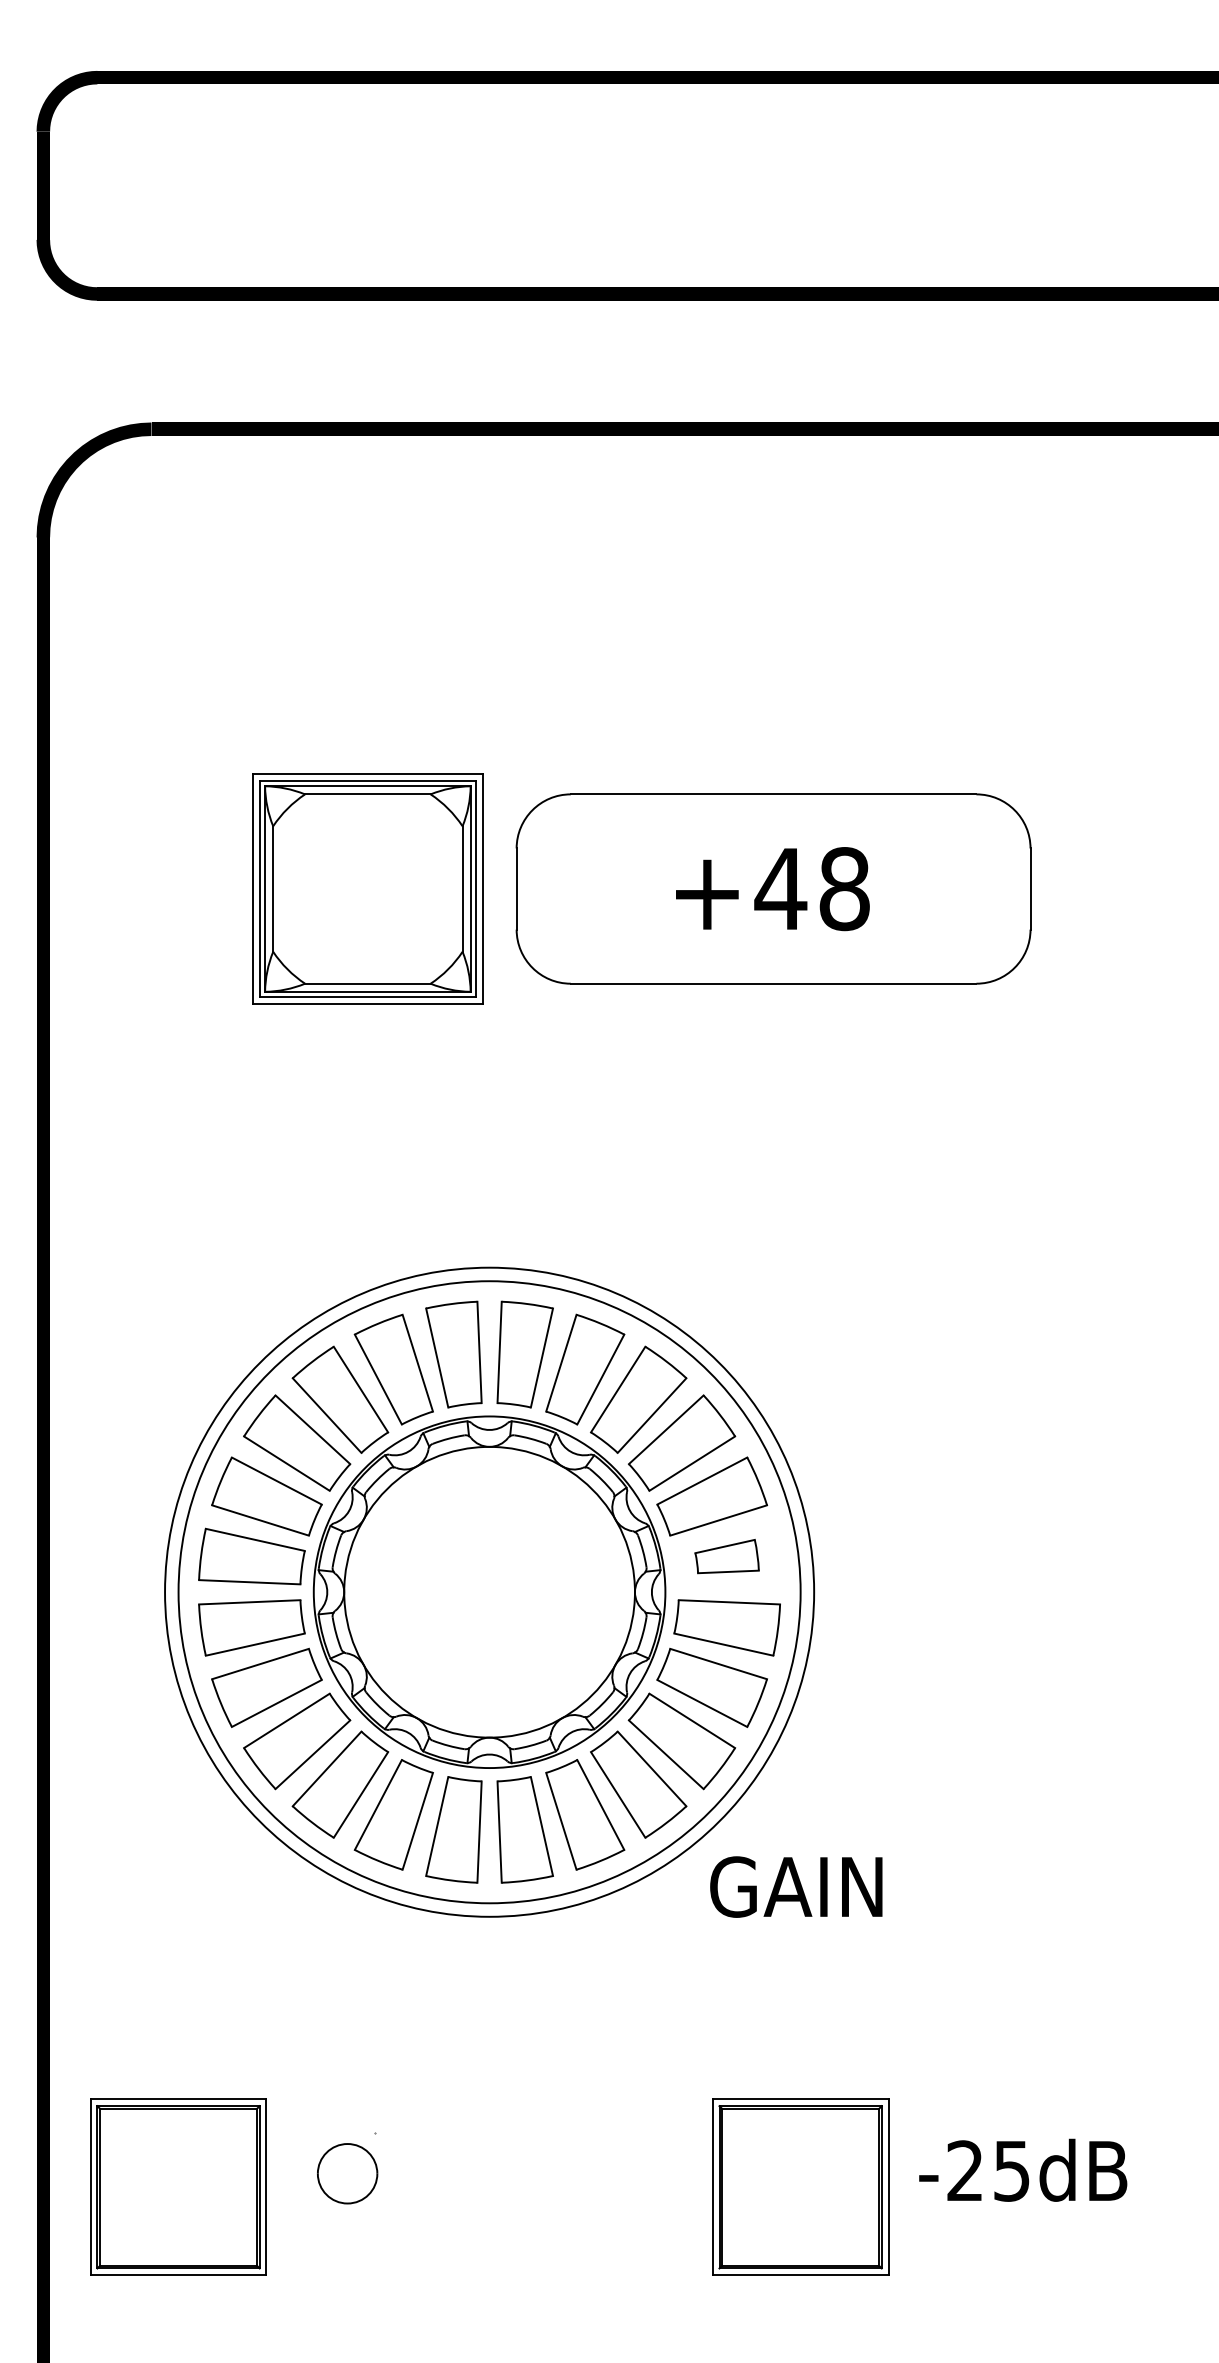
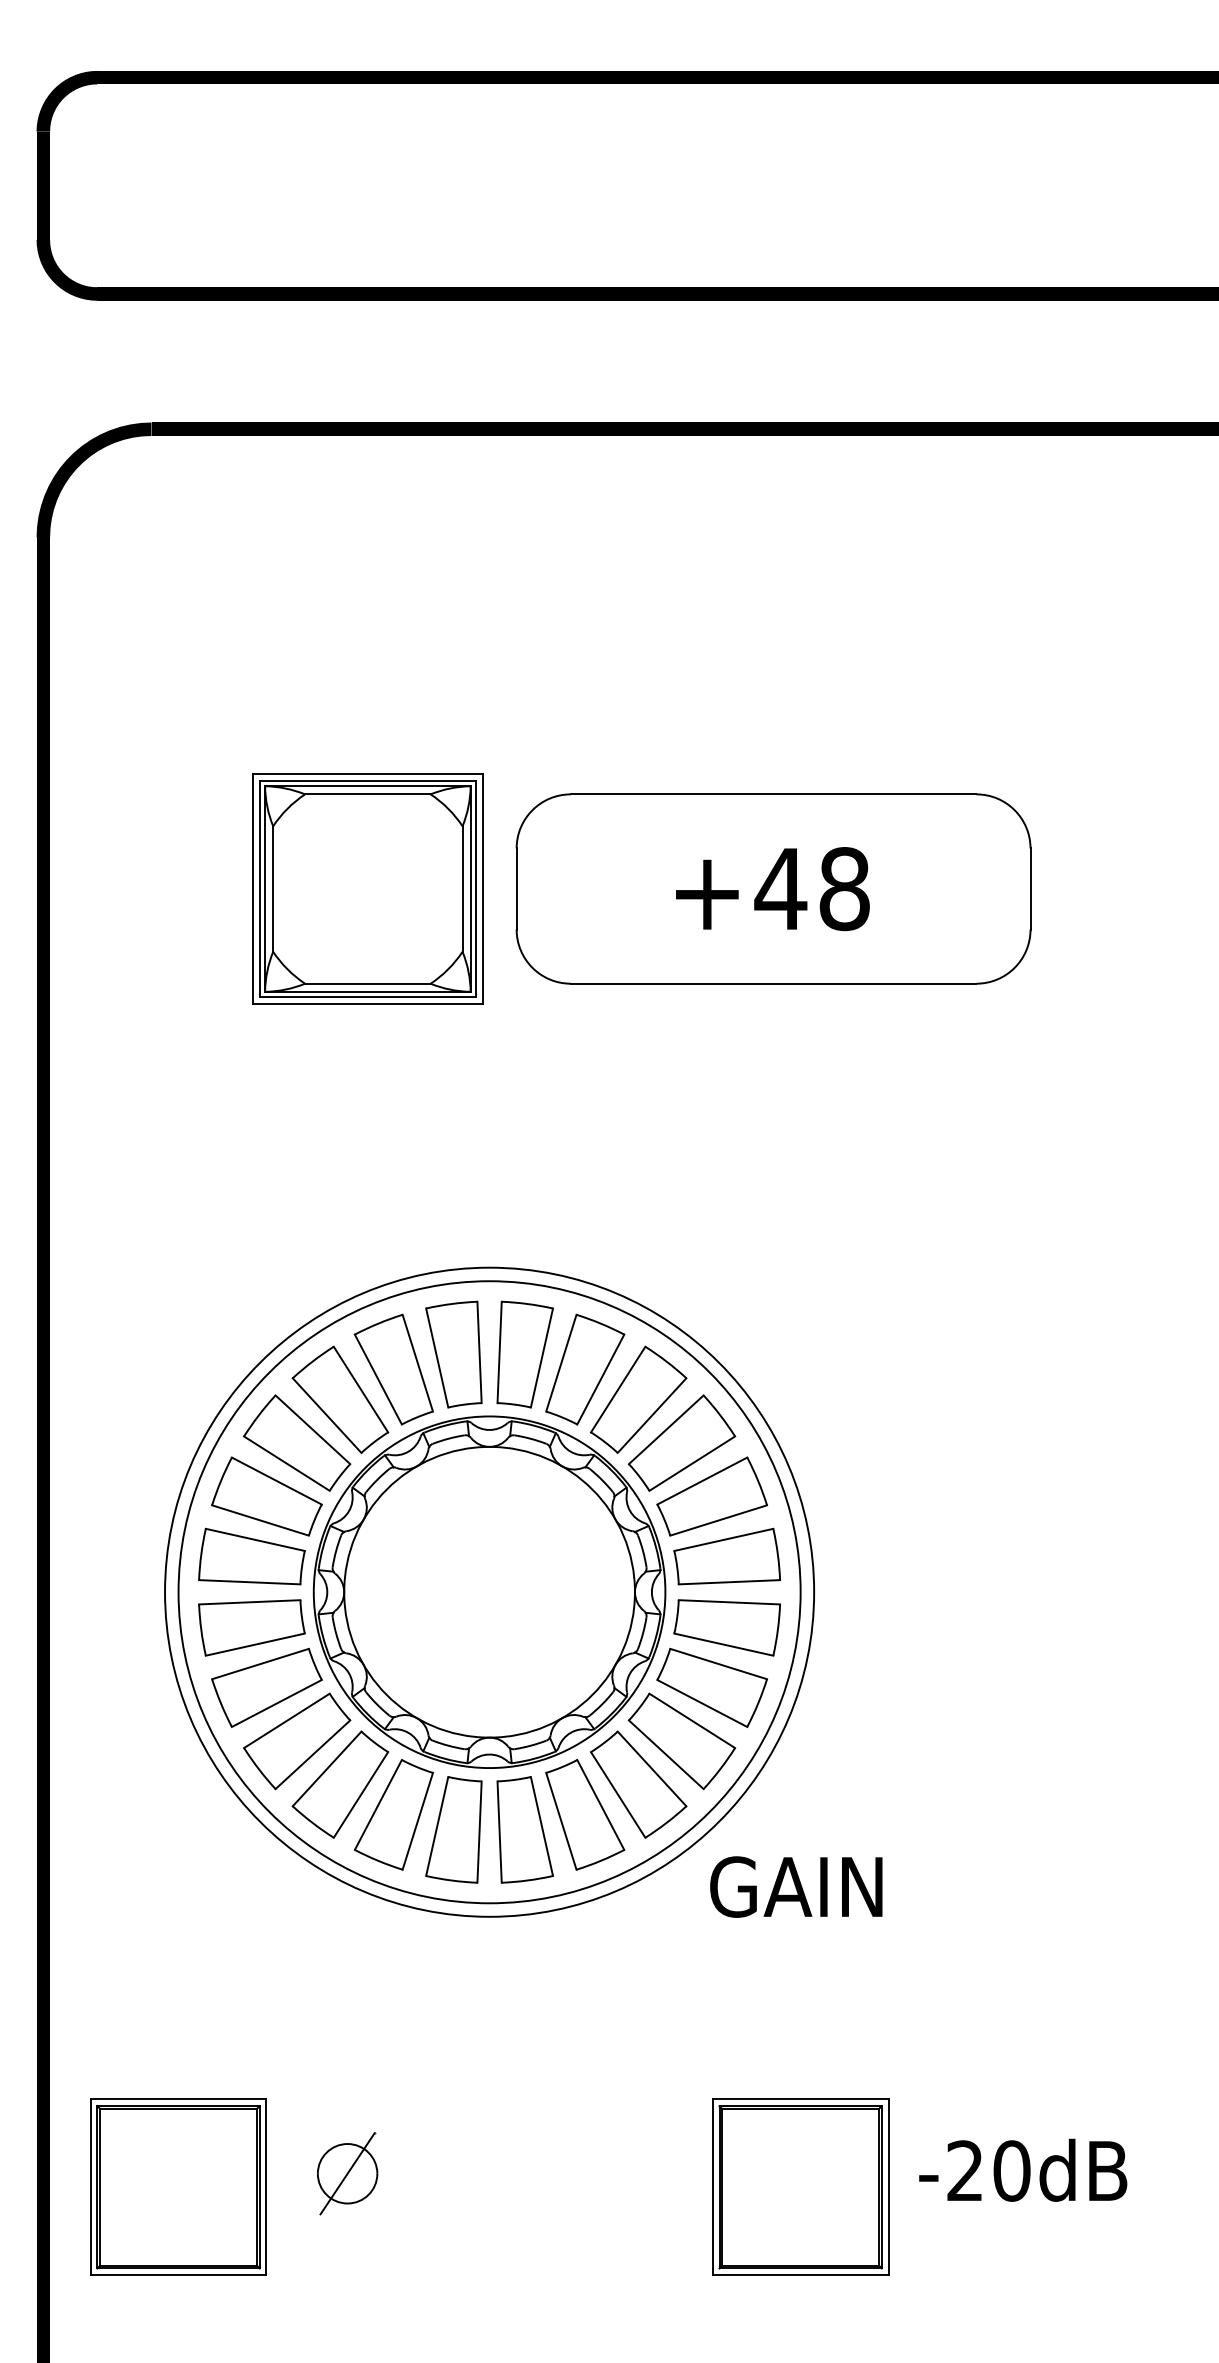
part at (726, 1556) size: 66x36 px -> 108x59 px
text at (1011, 2170): -25dB -> -20dB
line at (347, 2173): none -> present
